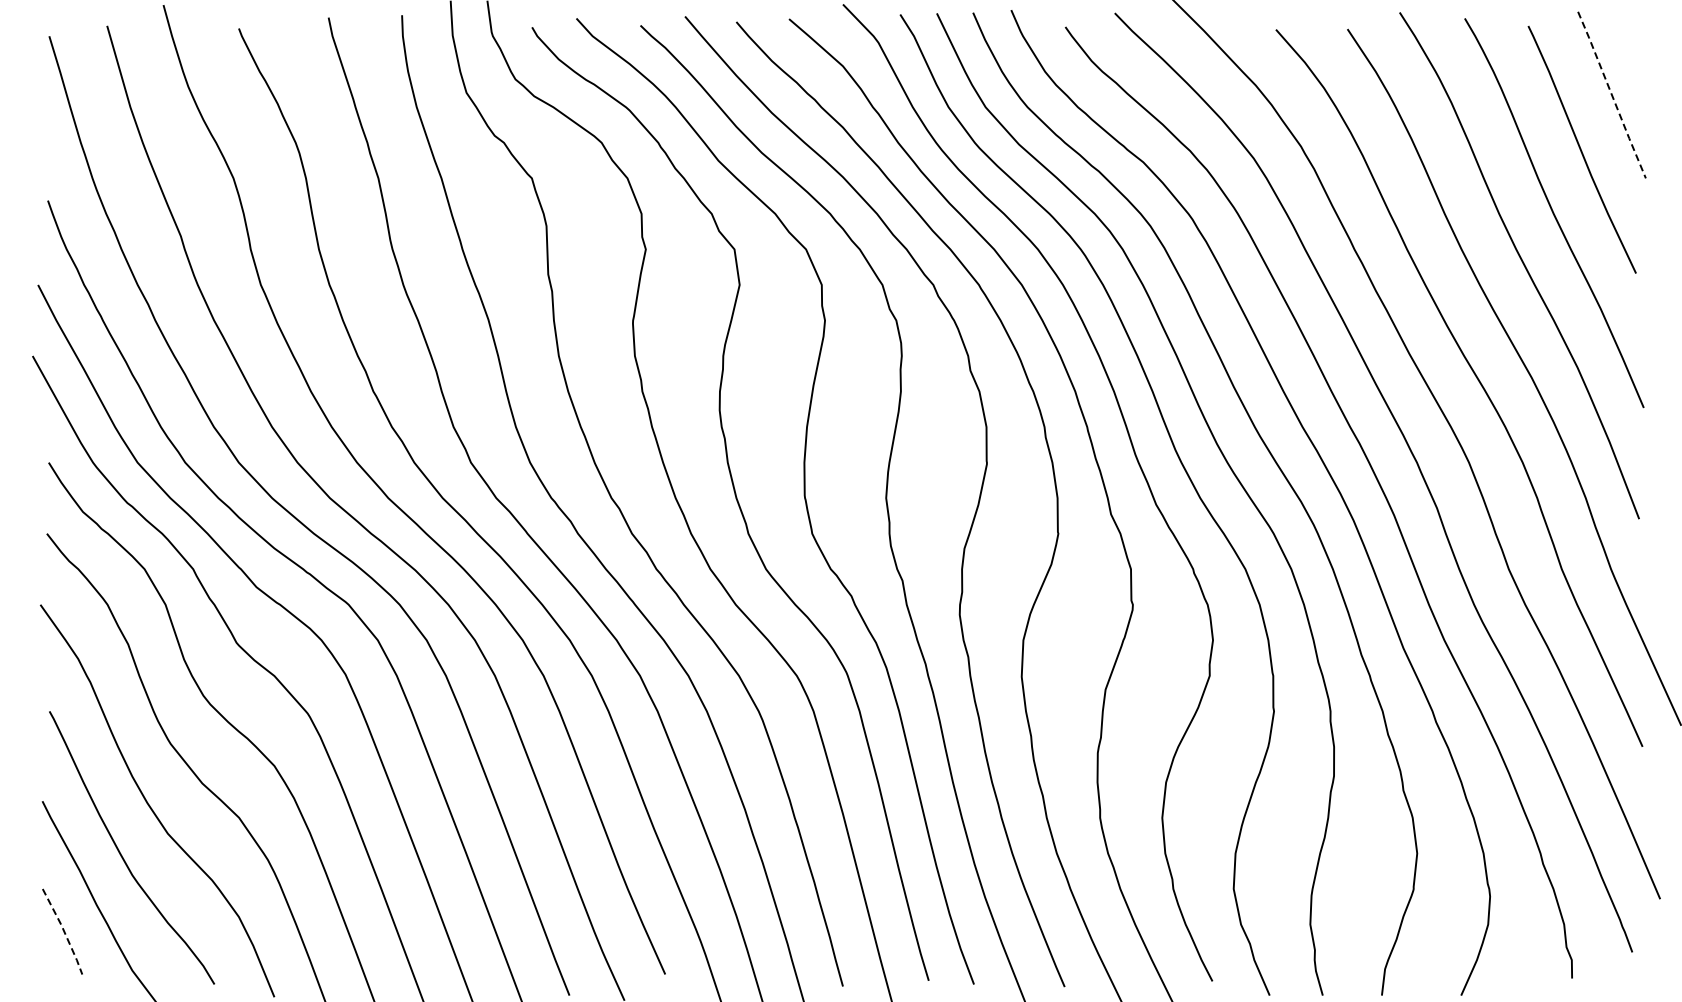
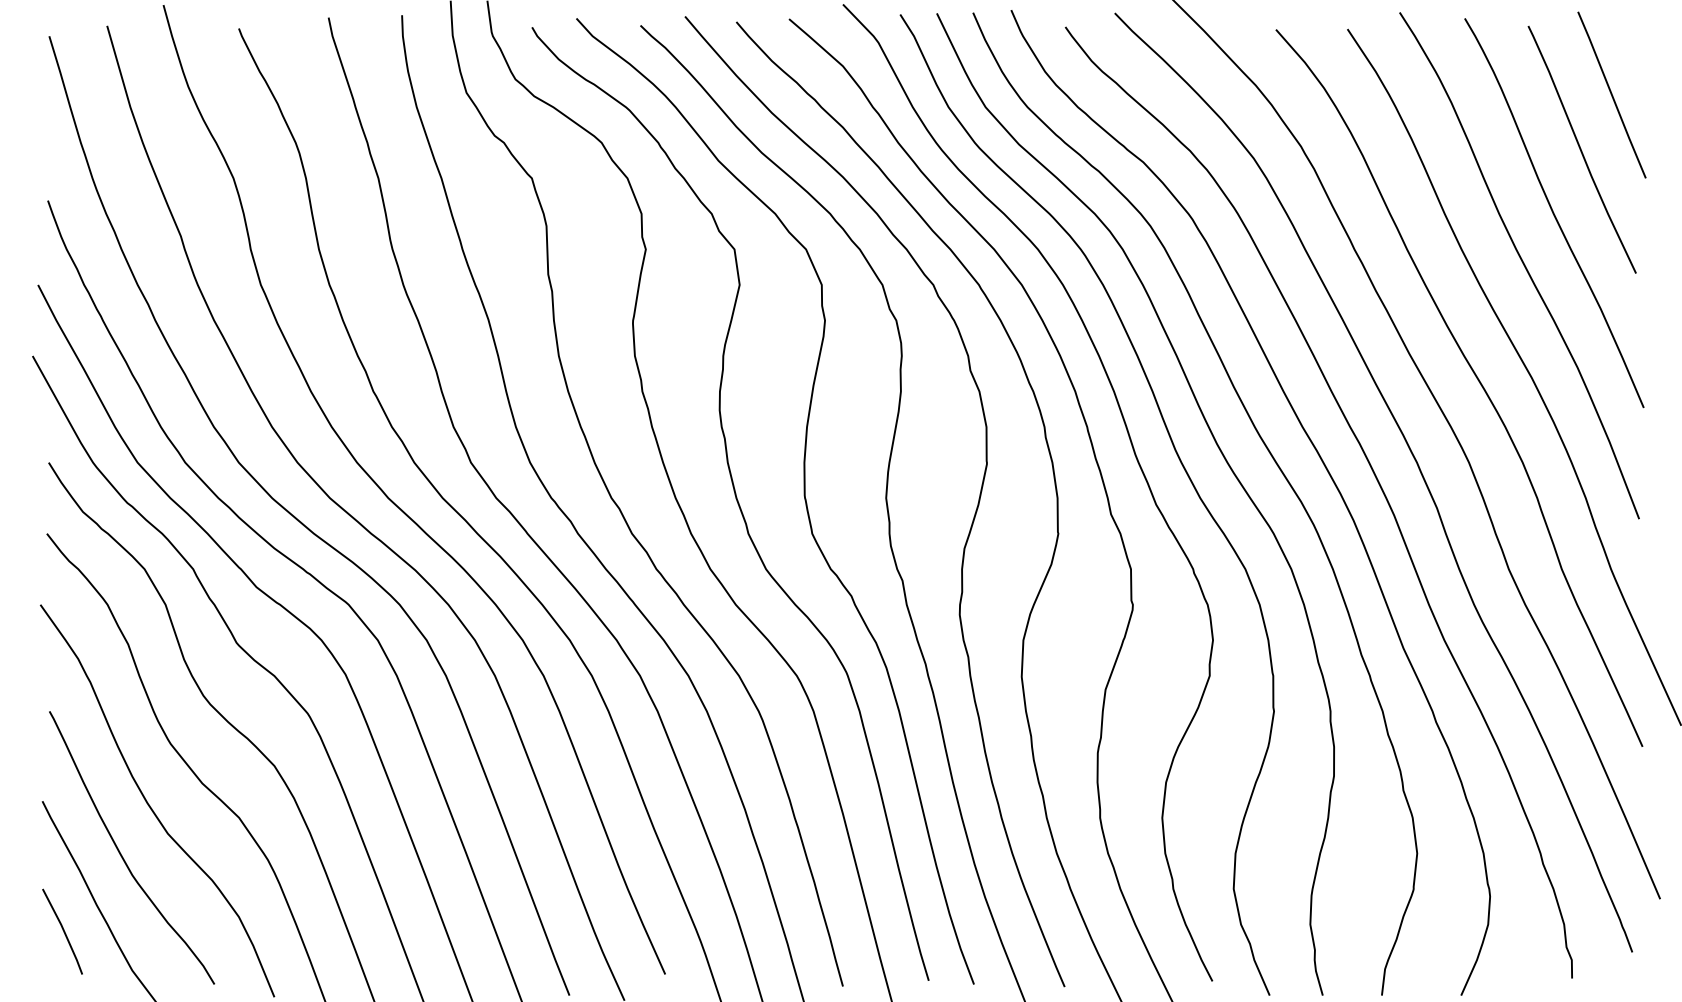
line at (1612, 95): dashed -> solid
line at (64, 931): dashed -> solid
